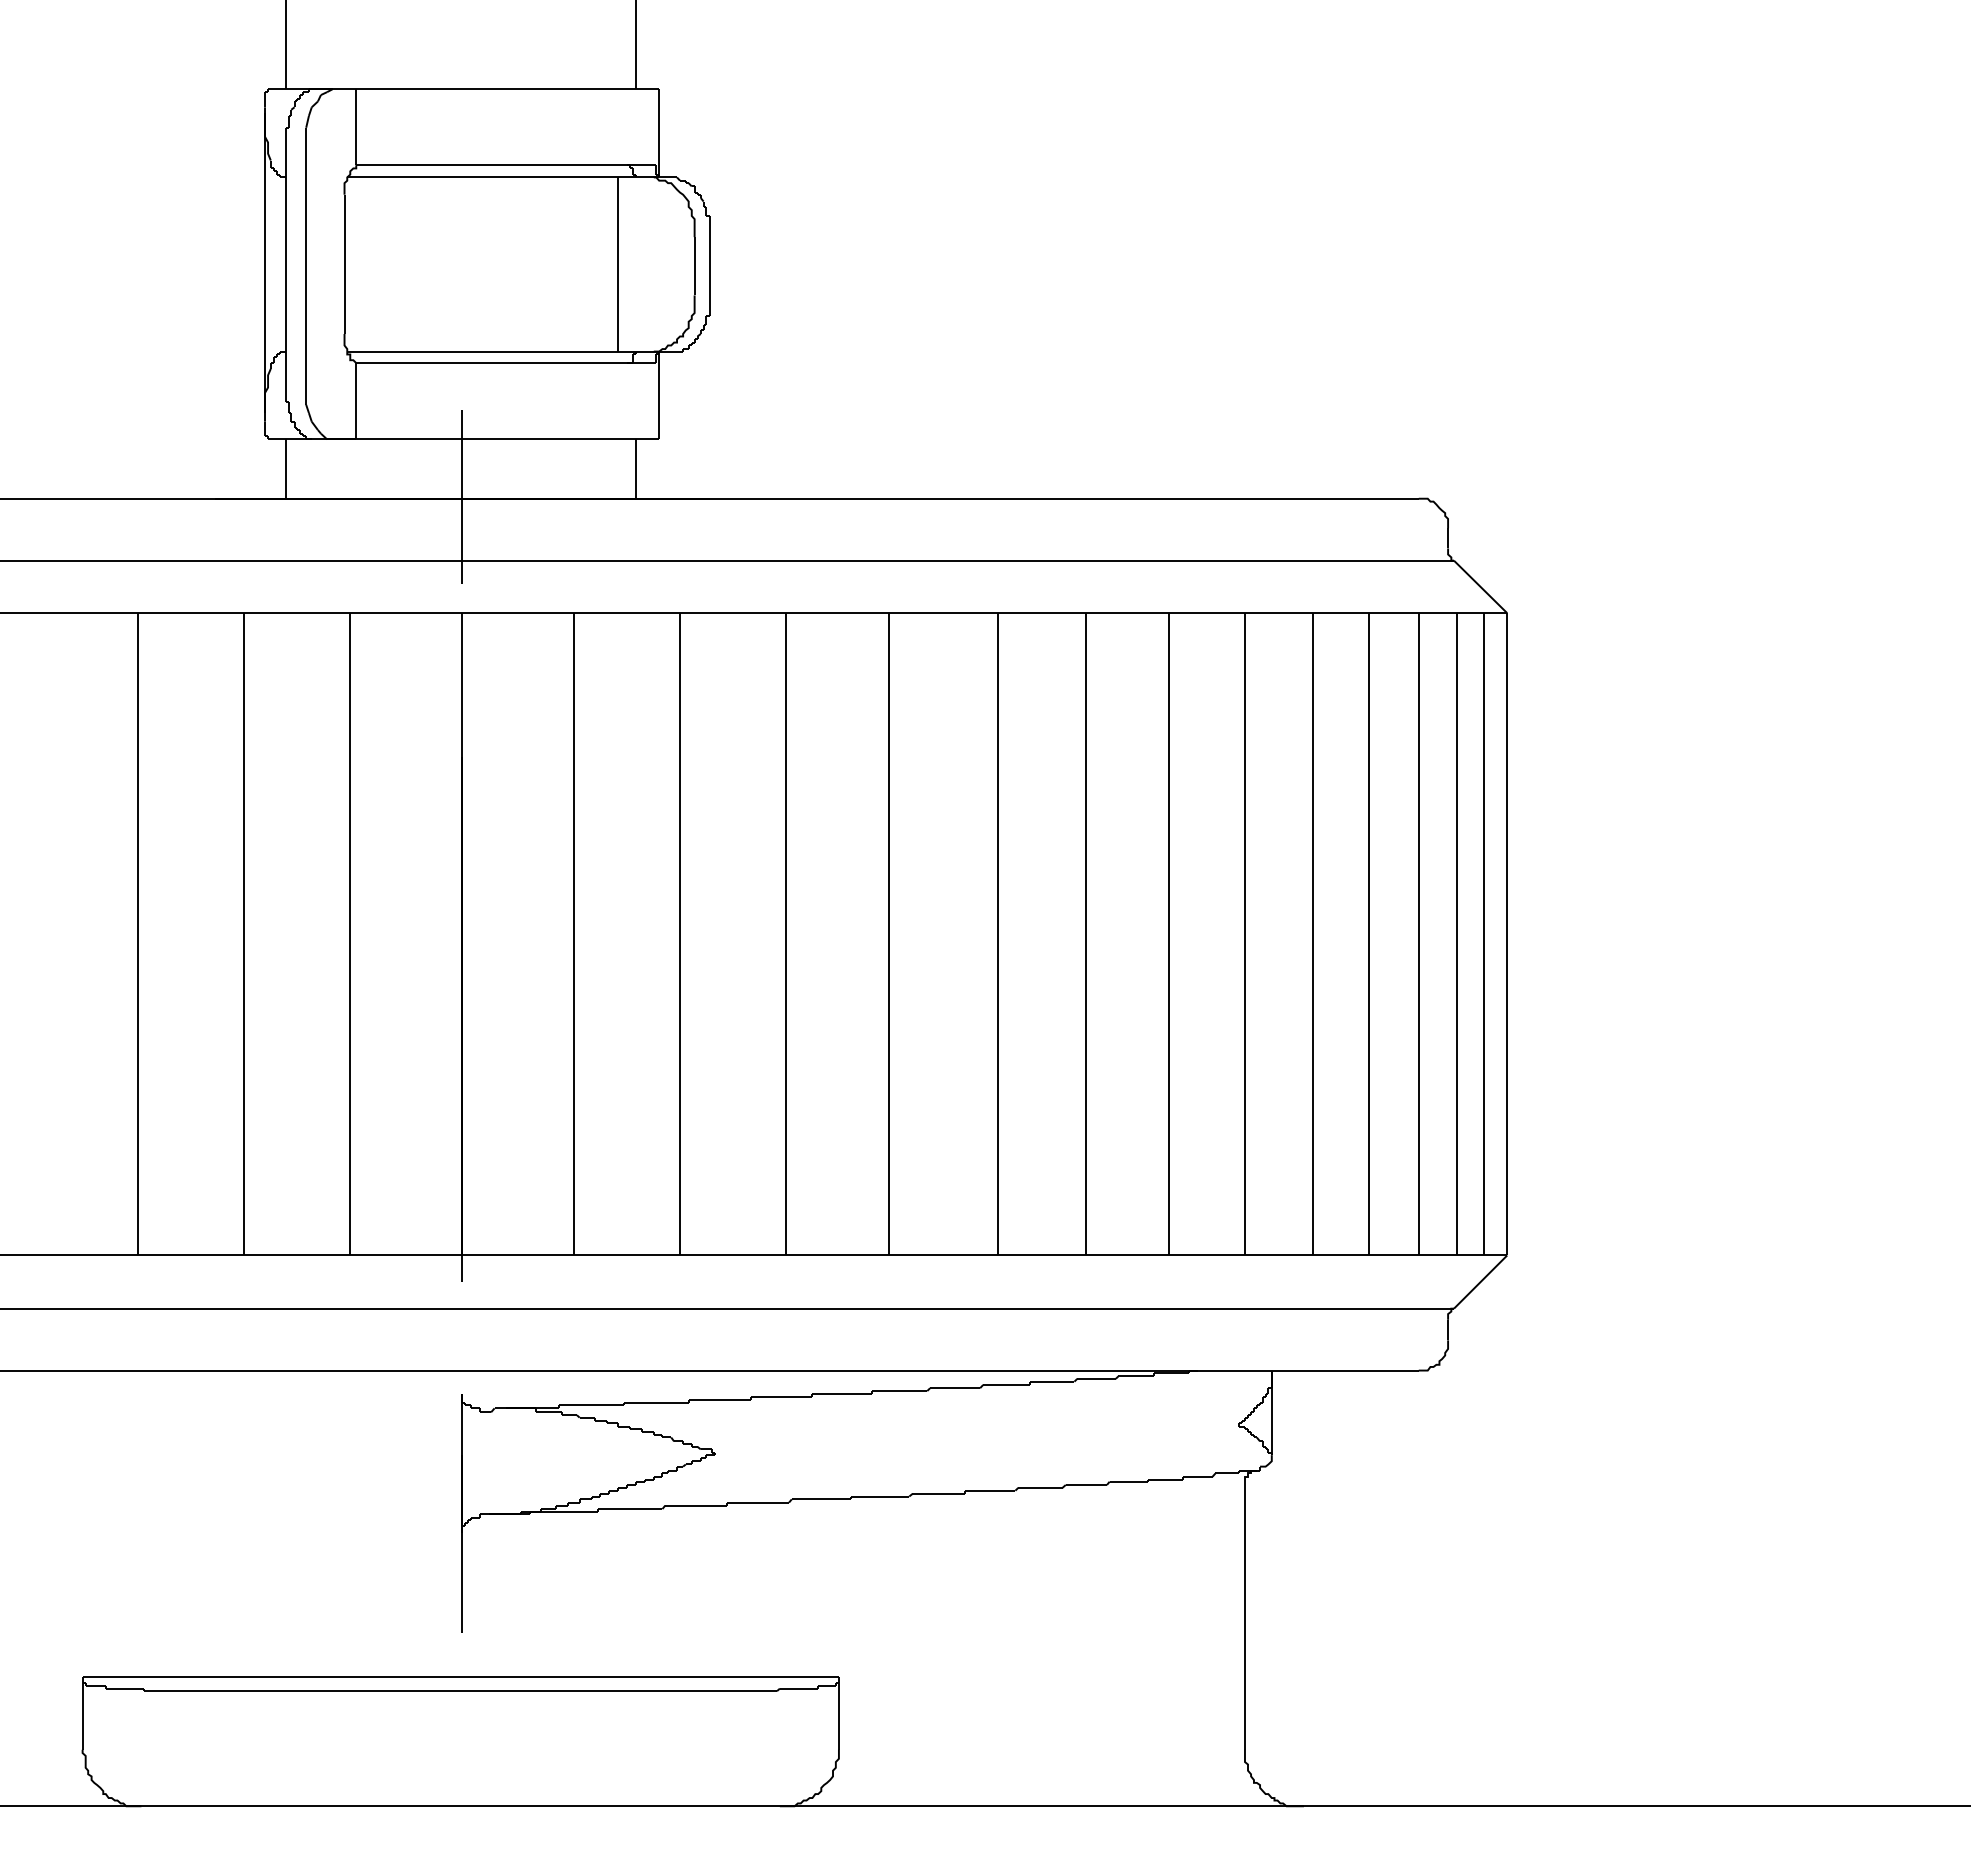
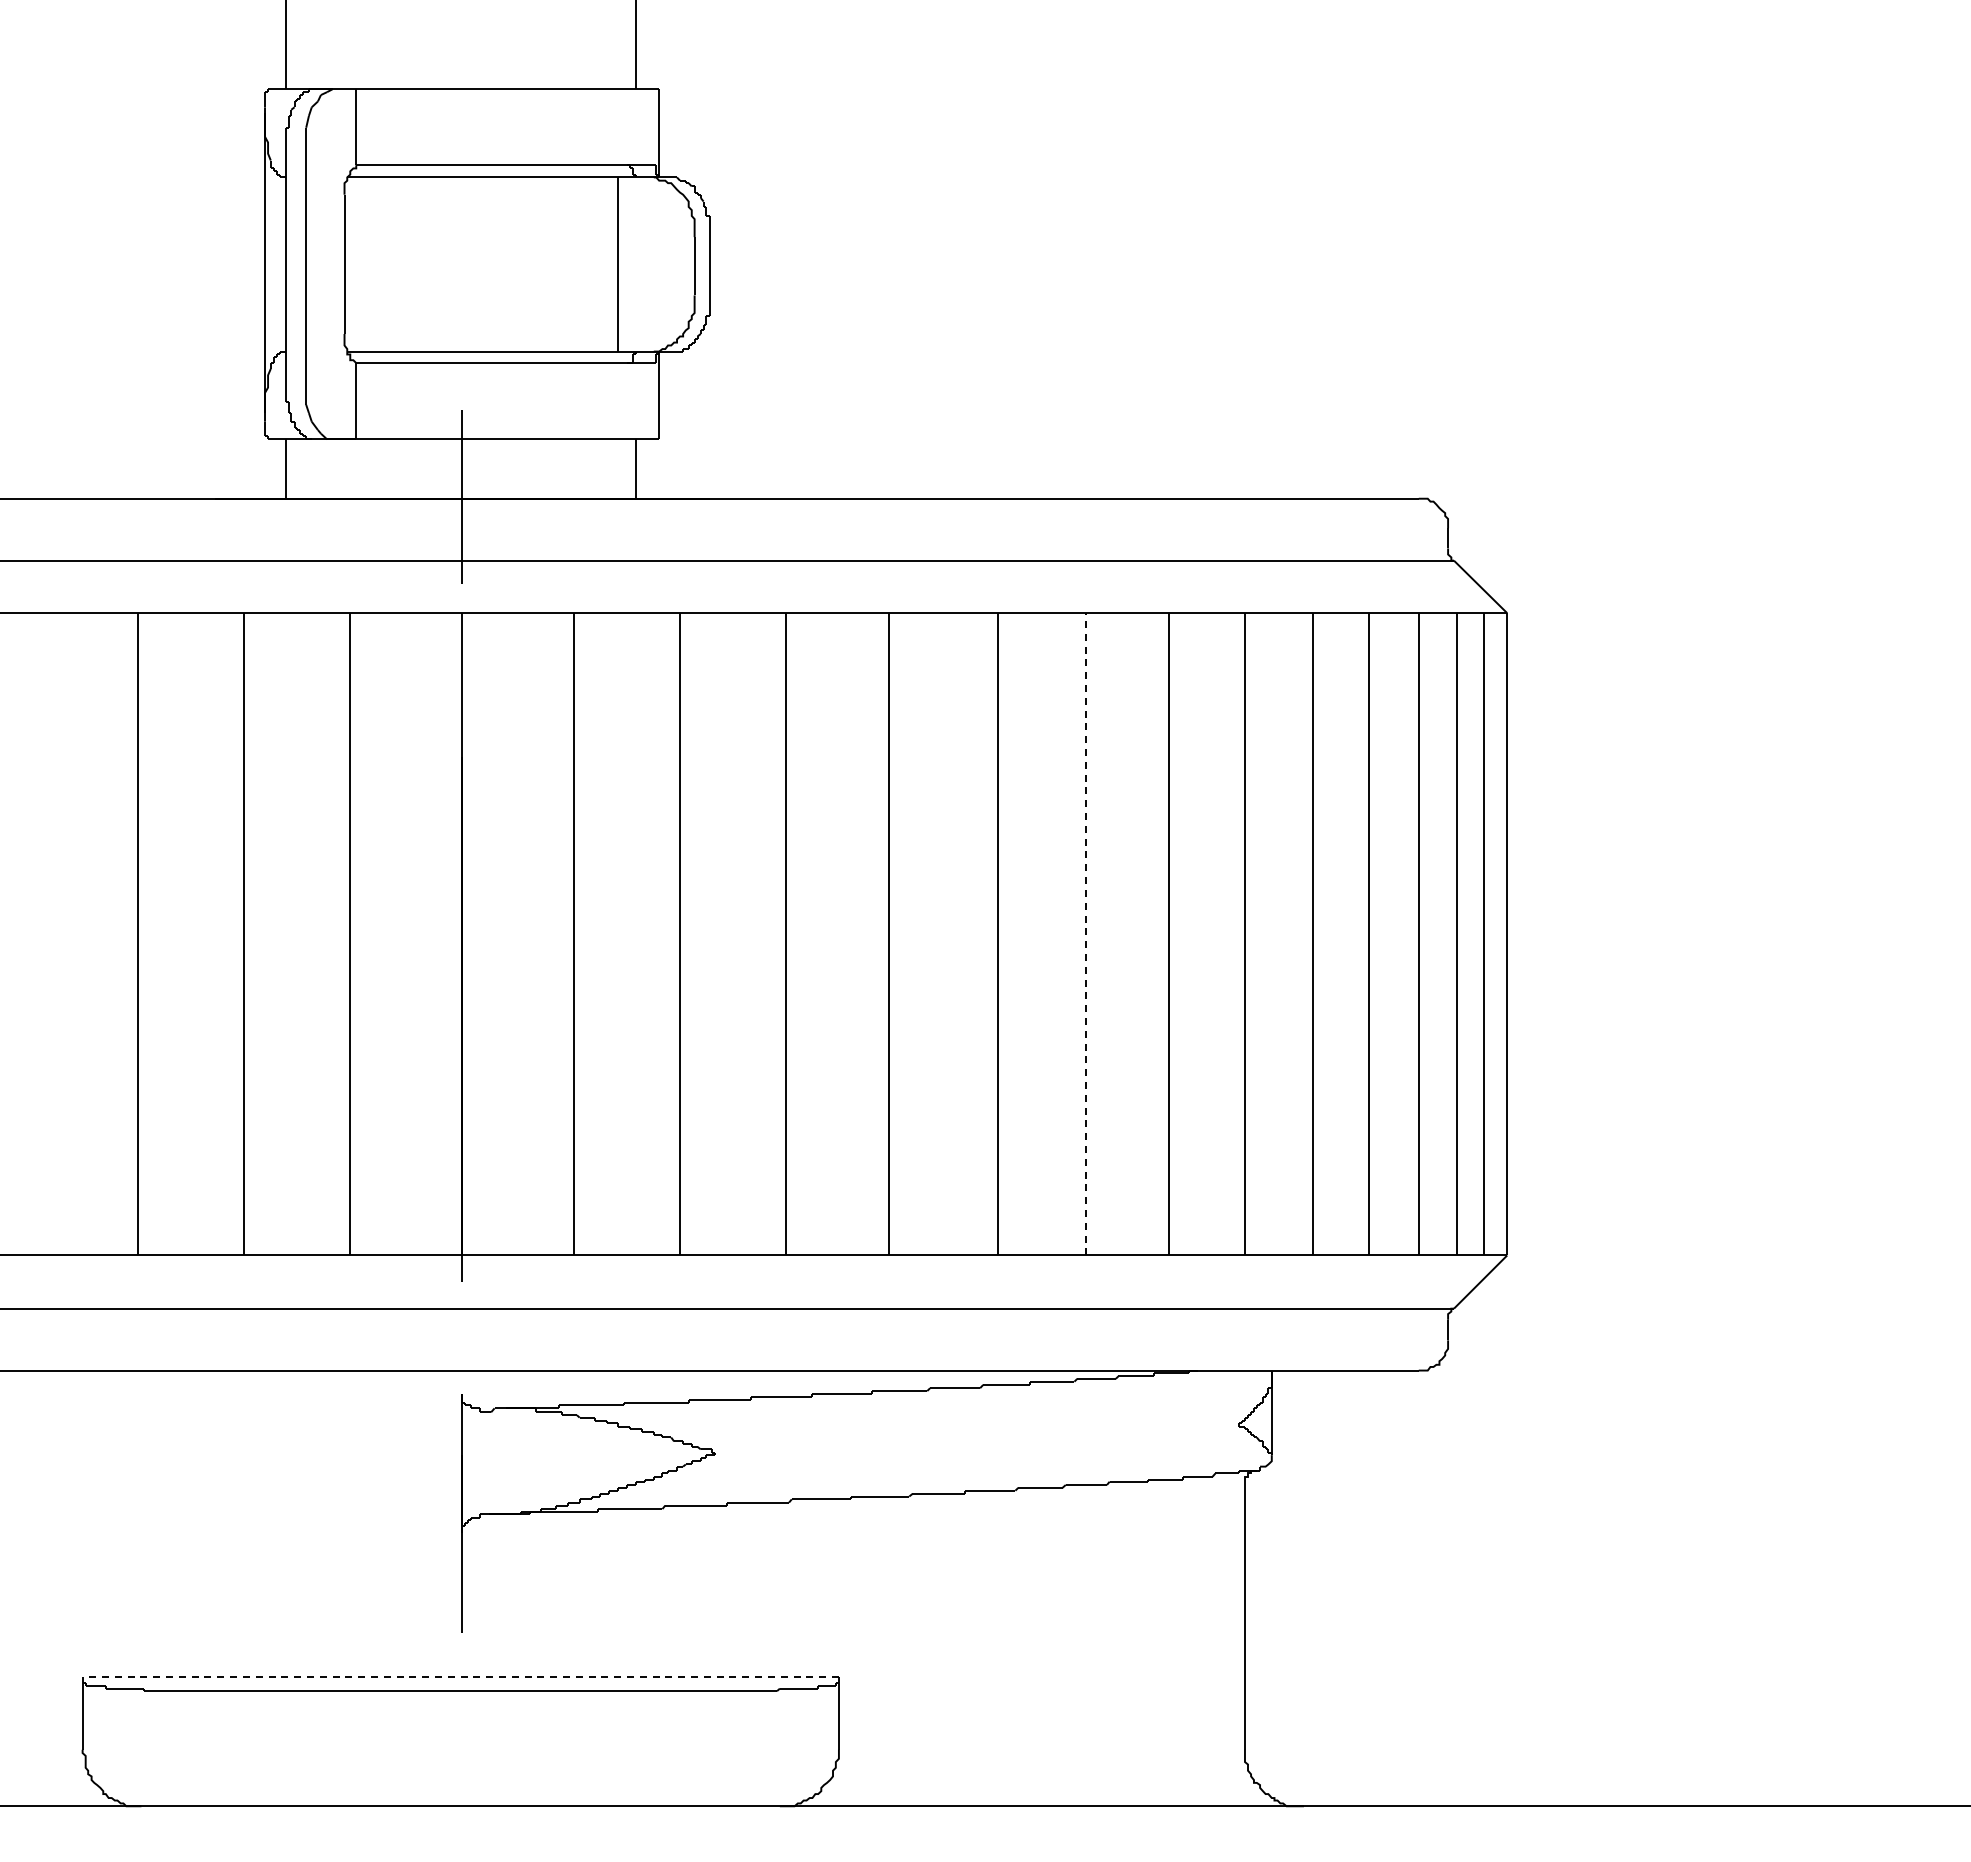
line at (1086, 933): solid -> dashed
line at (460, 1676): solid -> dashed
